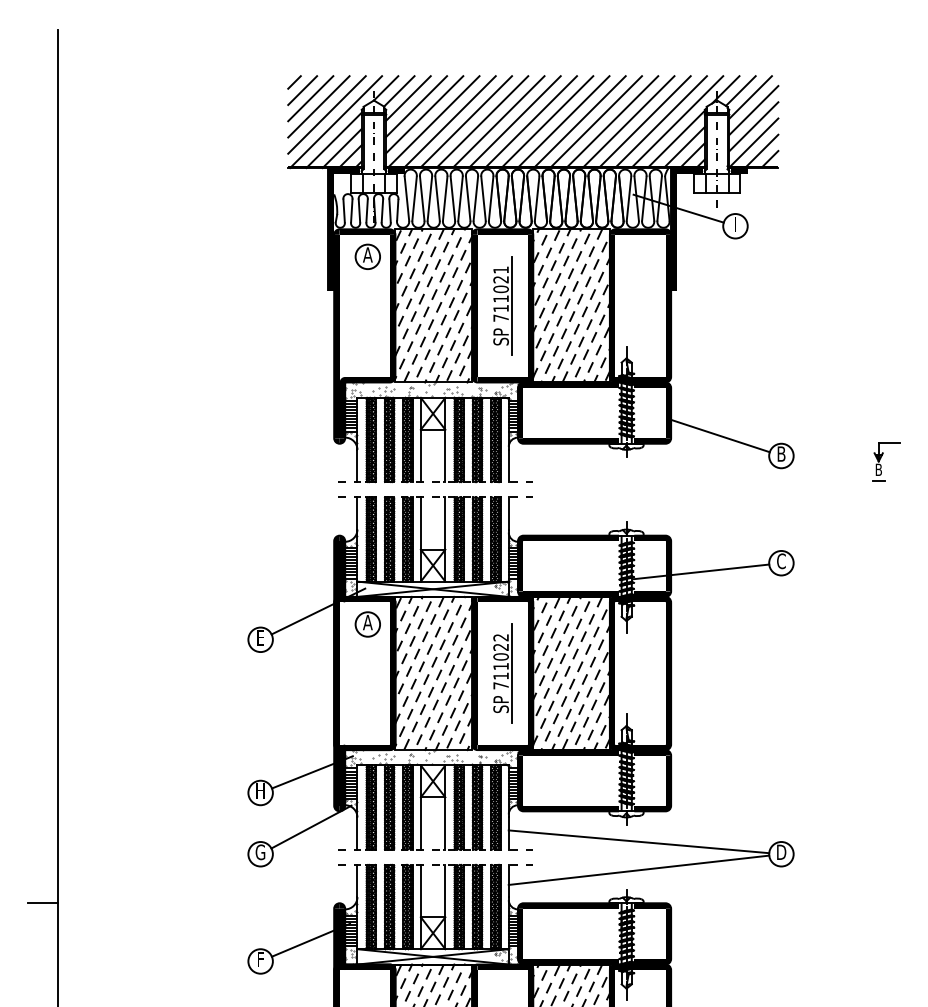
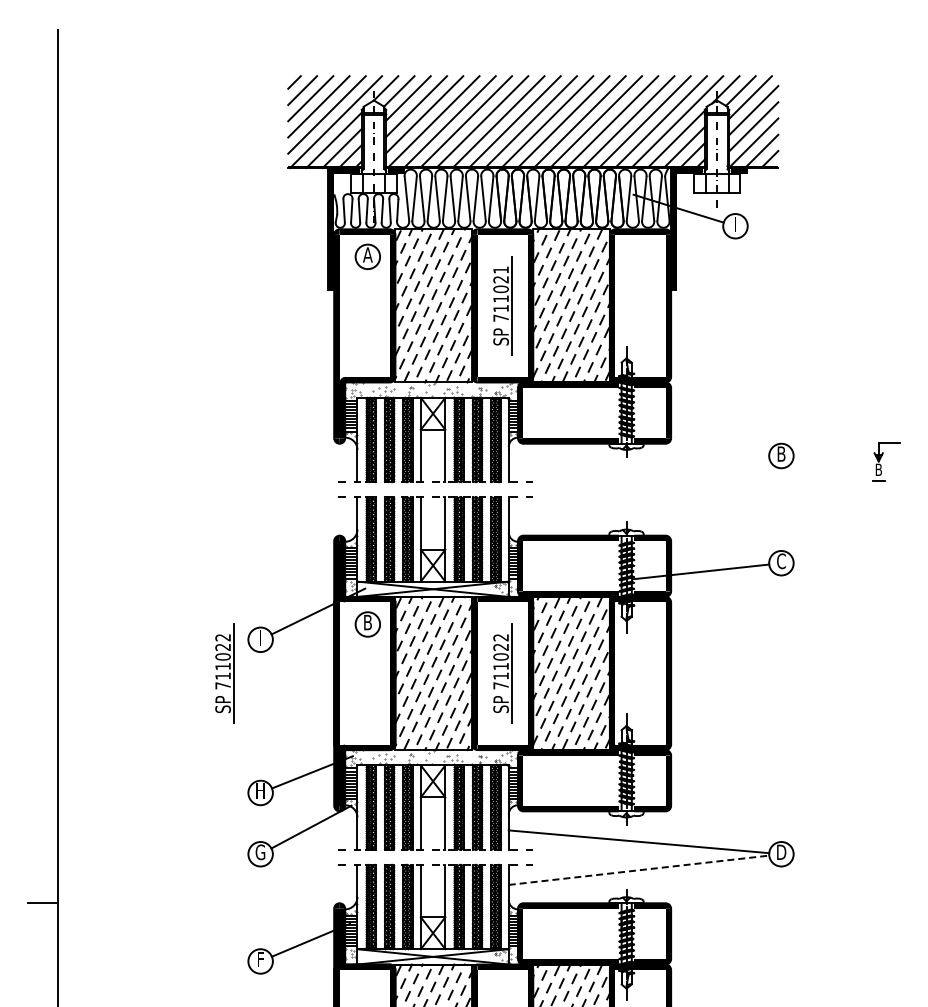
line at (719, 435): present -> none
text at (367, 622): A -> B
text at (260, 637): E -> I
part at (224, 673): none -> present
line at (639, 870): solid -> dashed
